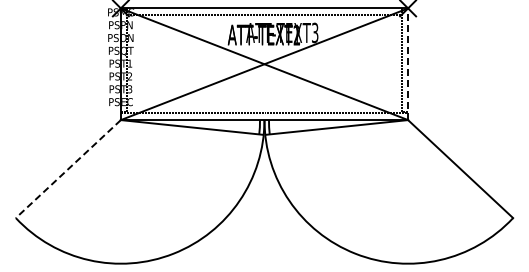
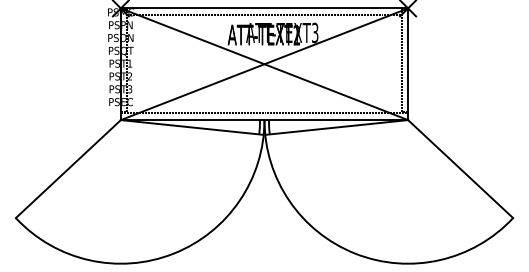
line at (408, 64): dashed -> solid
line at (68, 169): dashed -> solid
